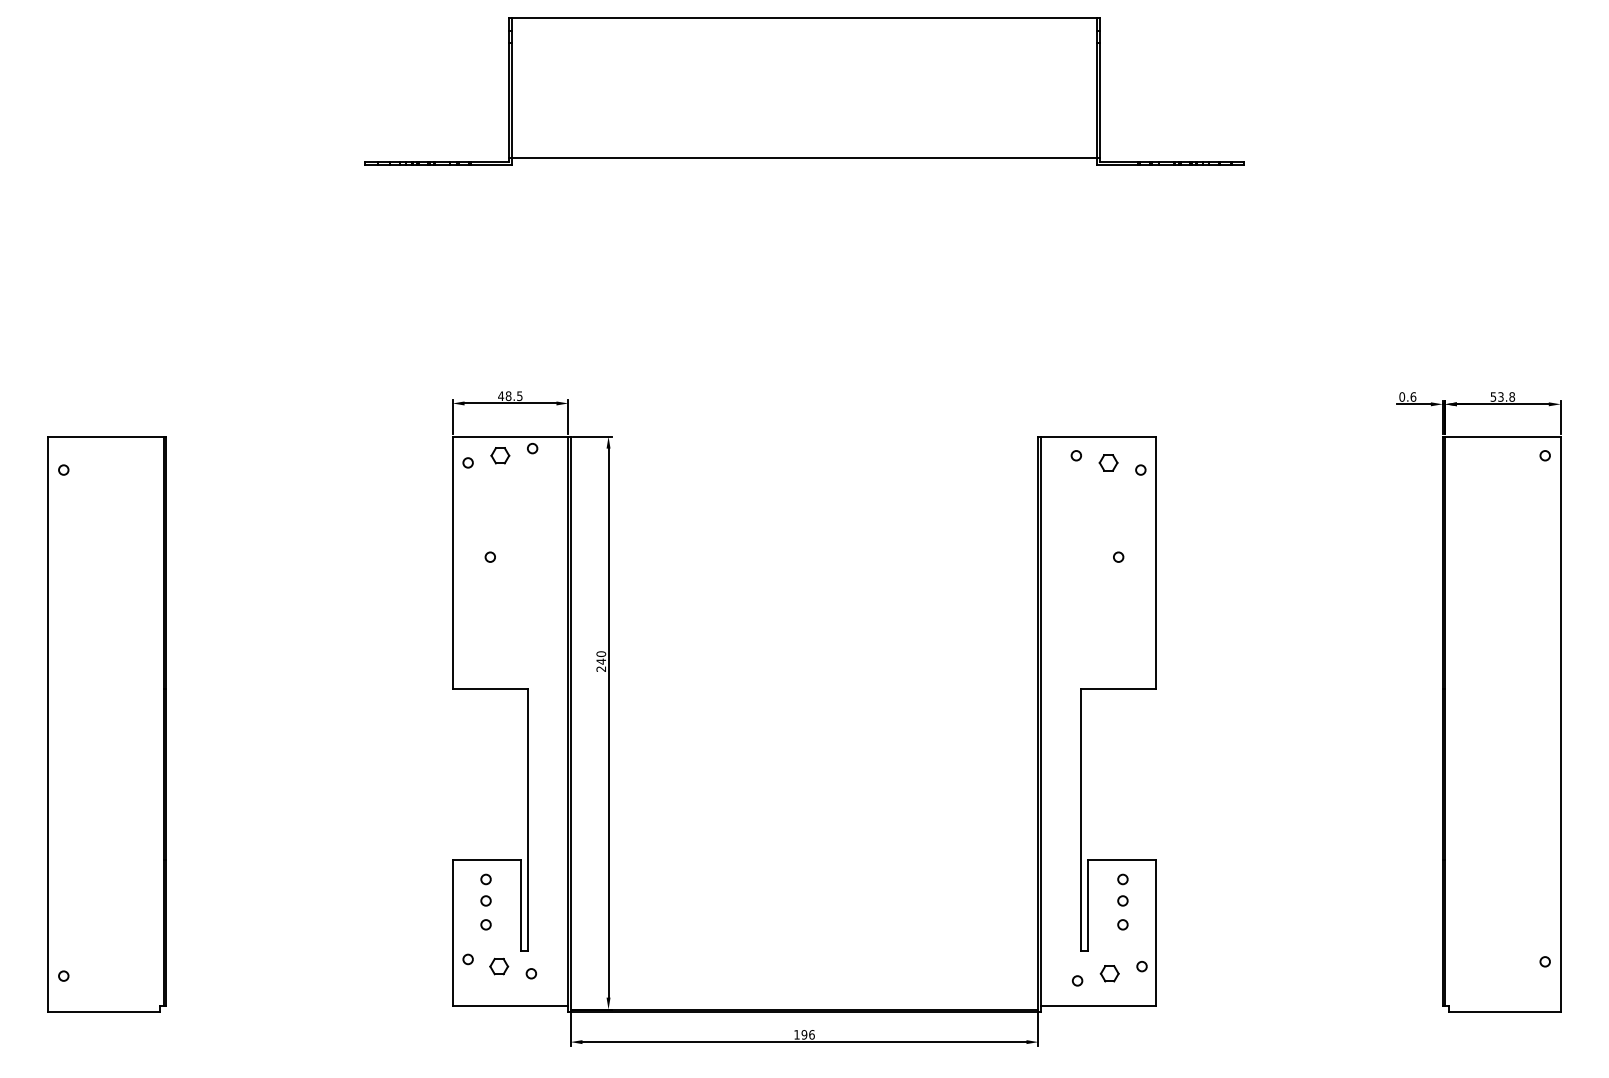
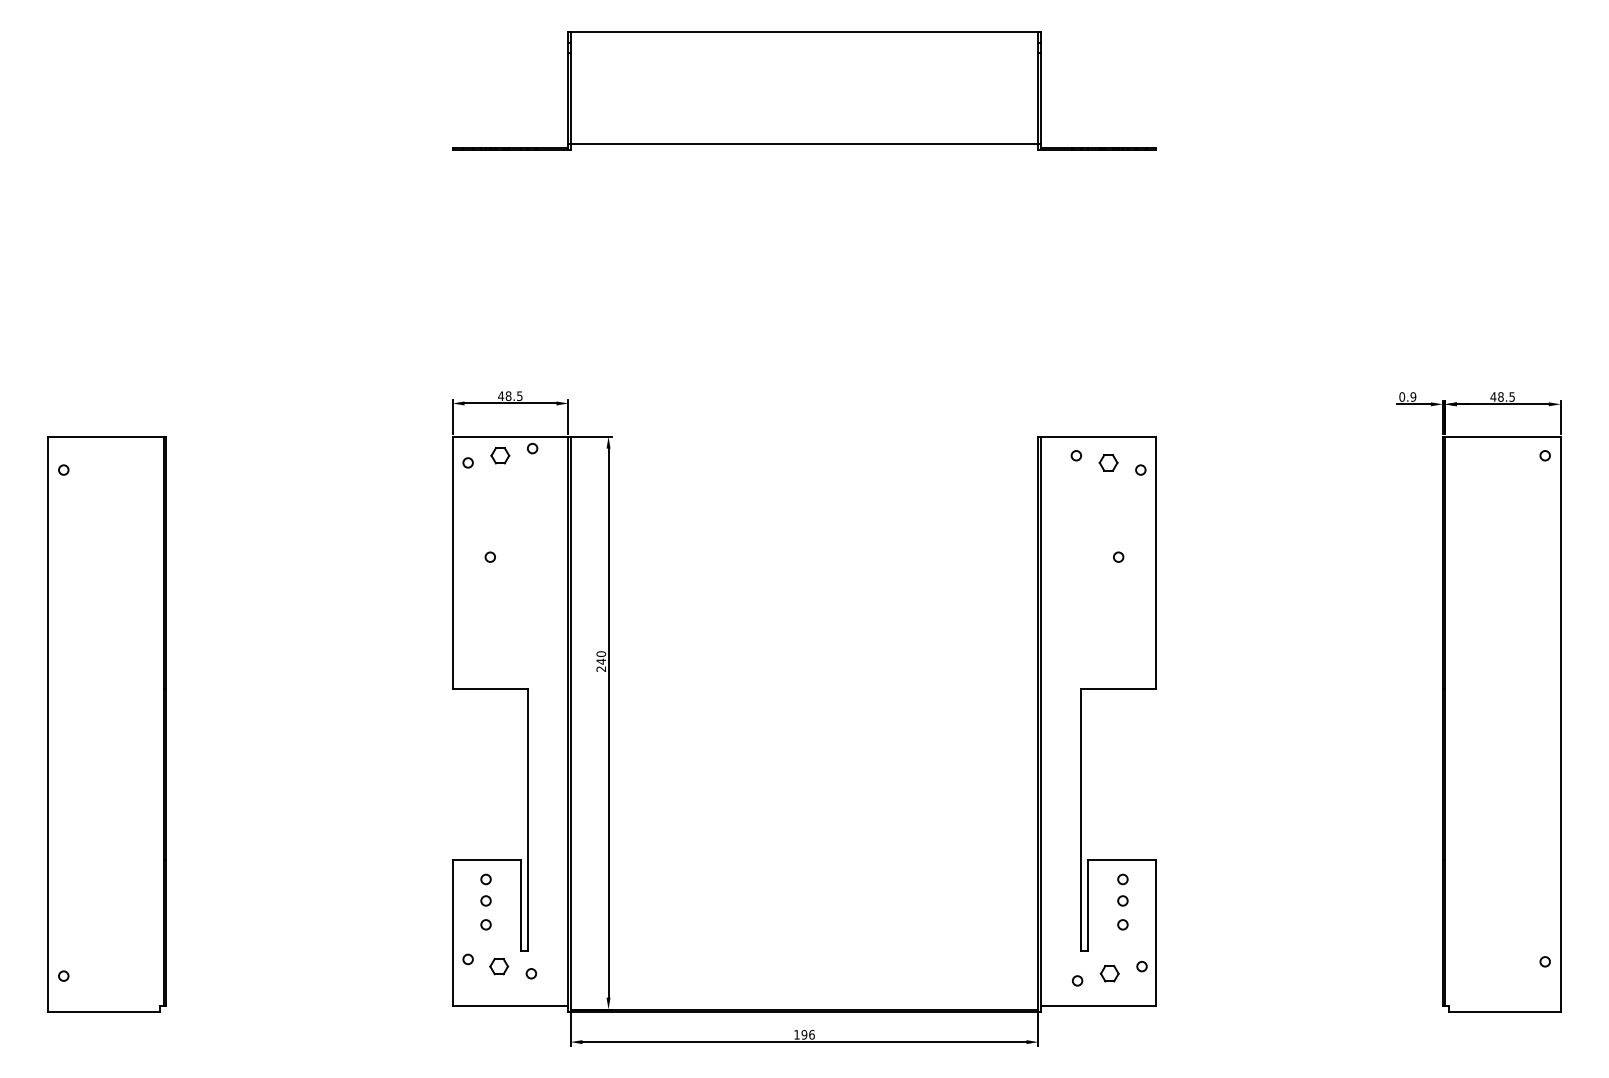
part at (804, 91) size: 881x149 px -> 705x120 px
text at (1413, 396): 0.6 -> 0.9
text at (1502, 396): 53.8 -> 48.5
